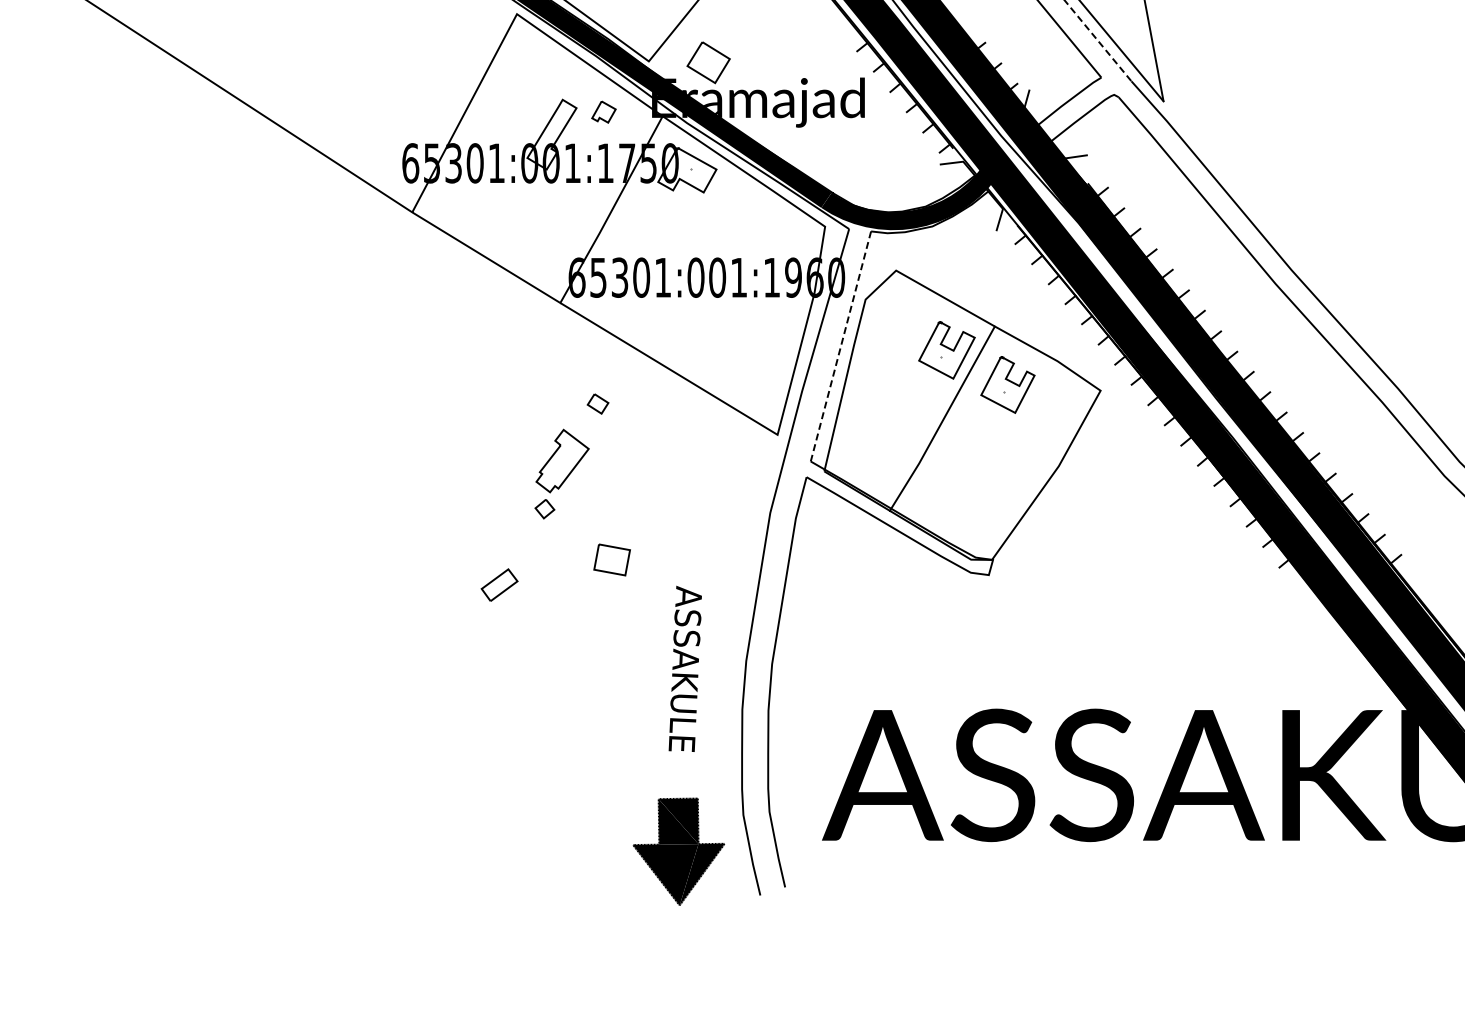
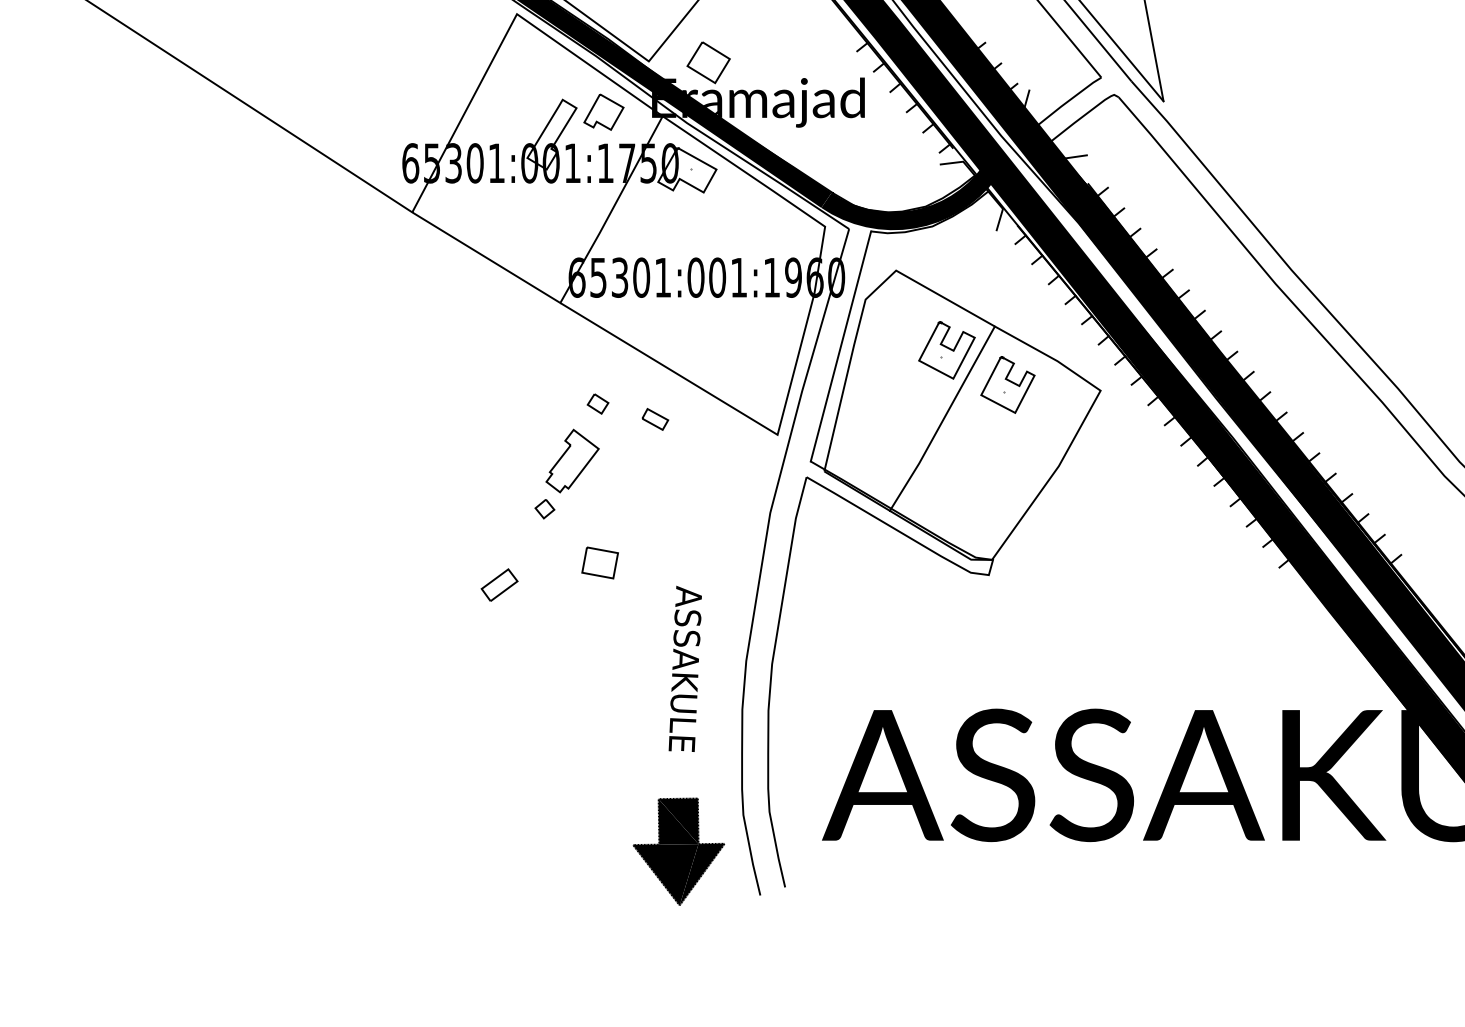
line at (1098, 41): dashed -> solid
part at (603, 111) size: 26x24 px -> 42x38 px
line at (840, 346): dashed -> solid
part at (655, 419): none -> present
part at (562, 460) position: (562, 460) -> (572, 460)
part at (611, 559) position: (611, 559) -> (599, 562)
